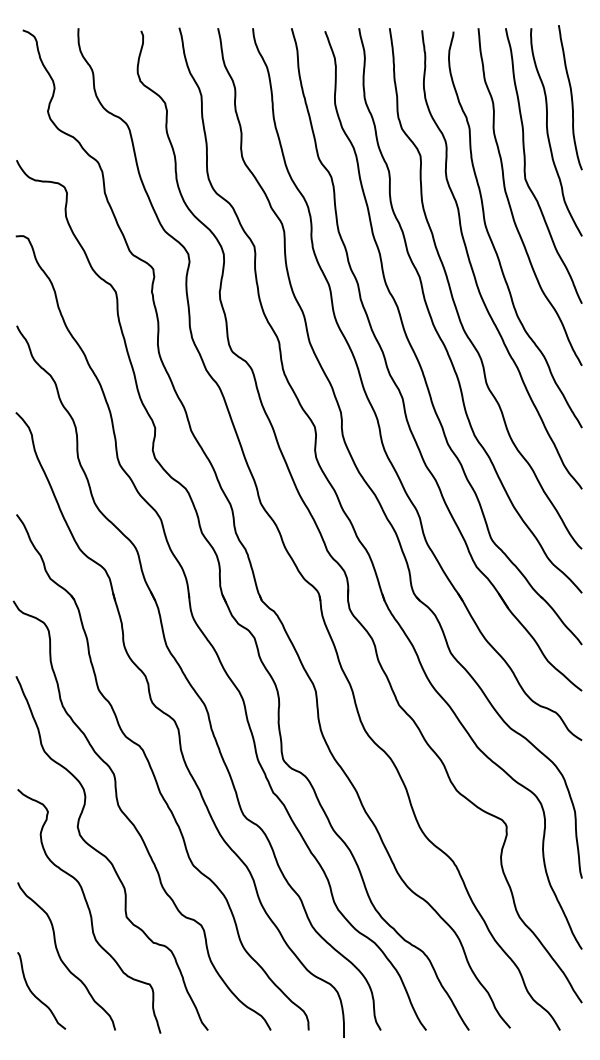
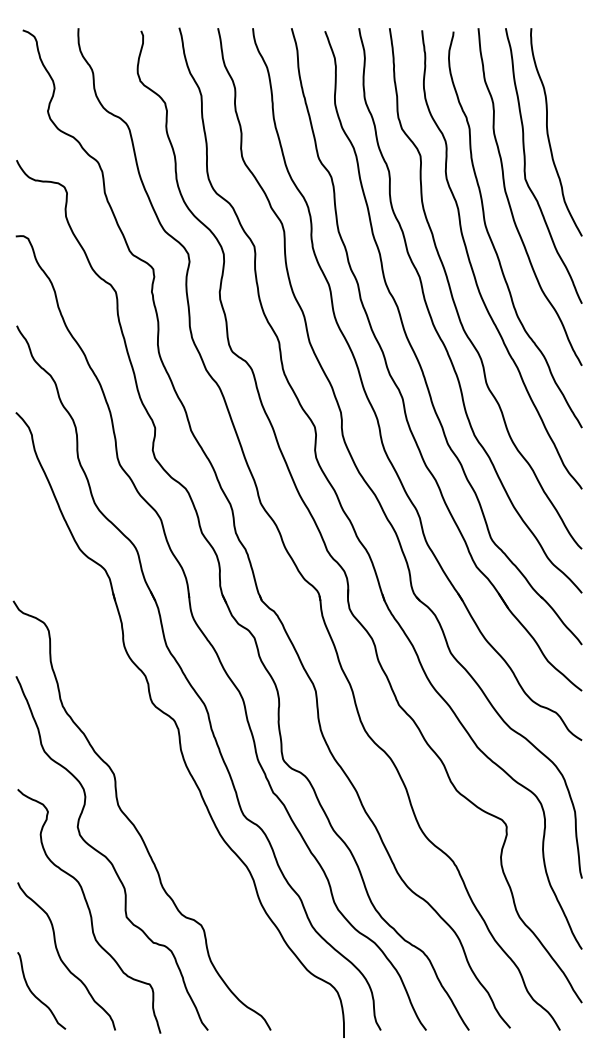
curve at (570, 96): present -> none
part at (154, 773): present -> none
